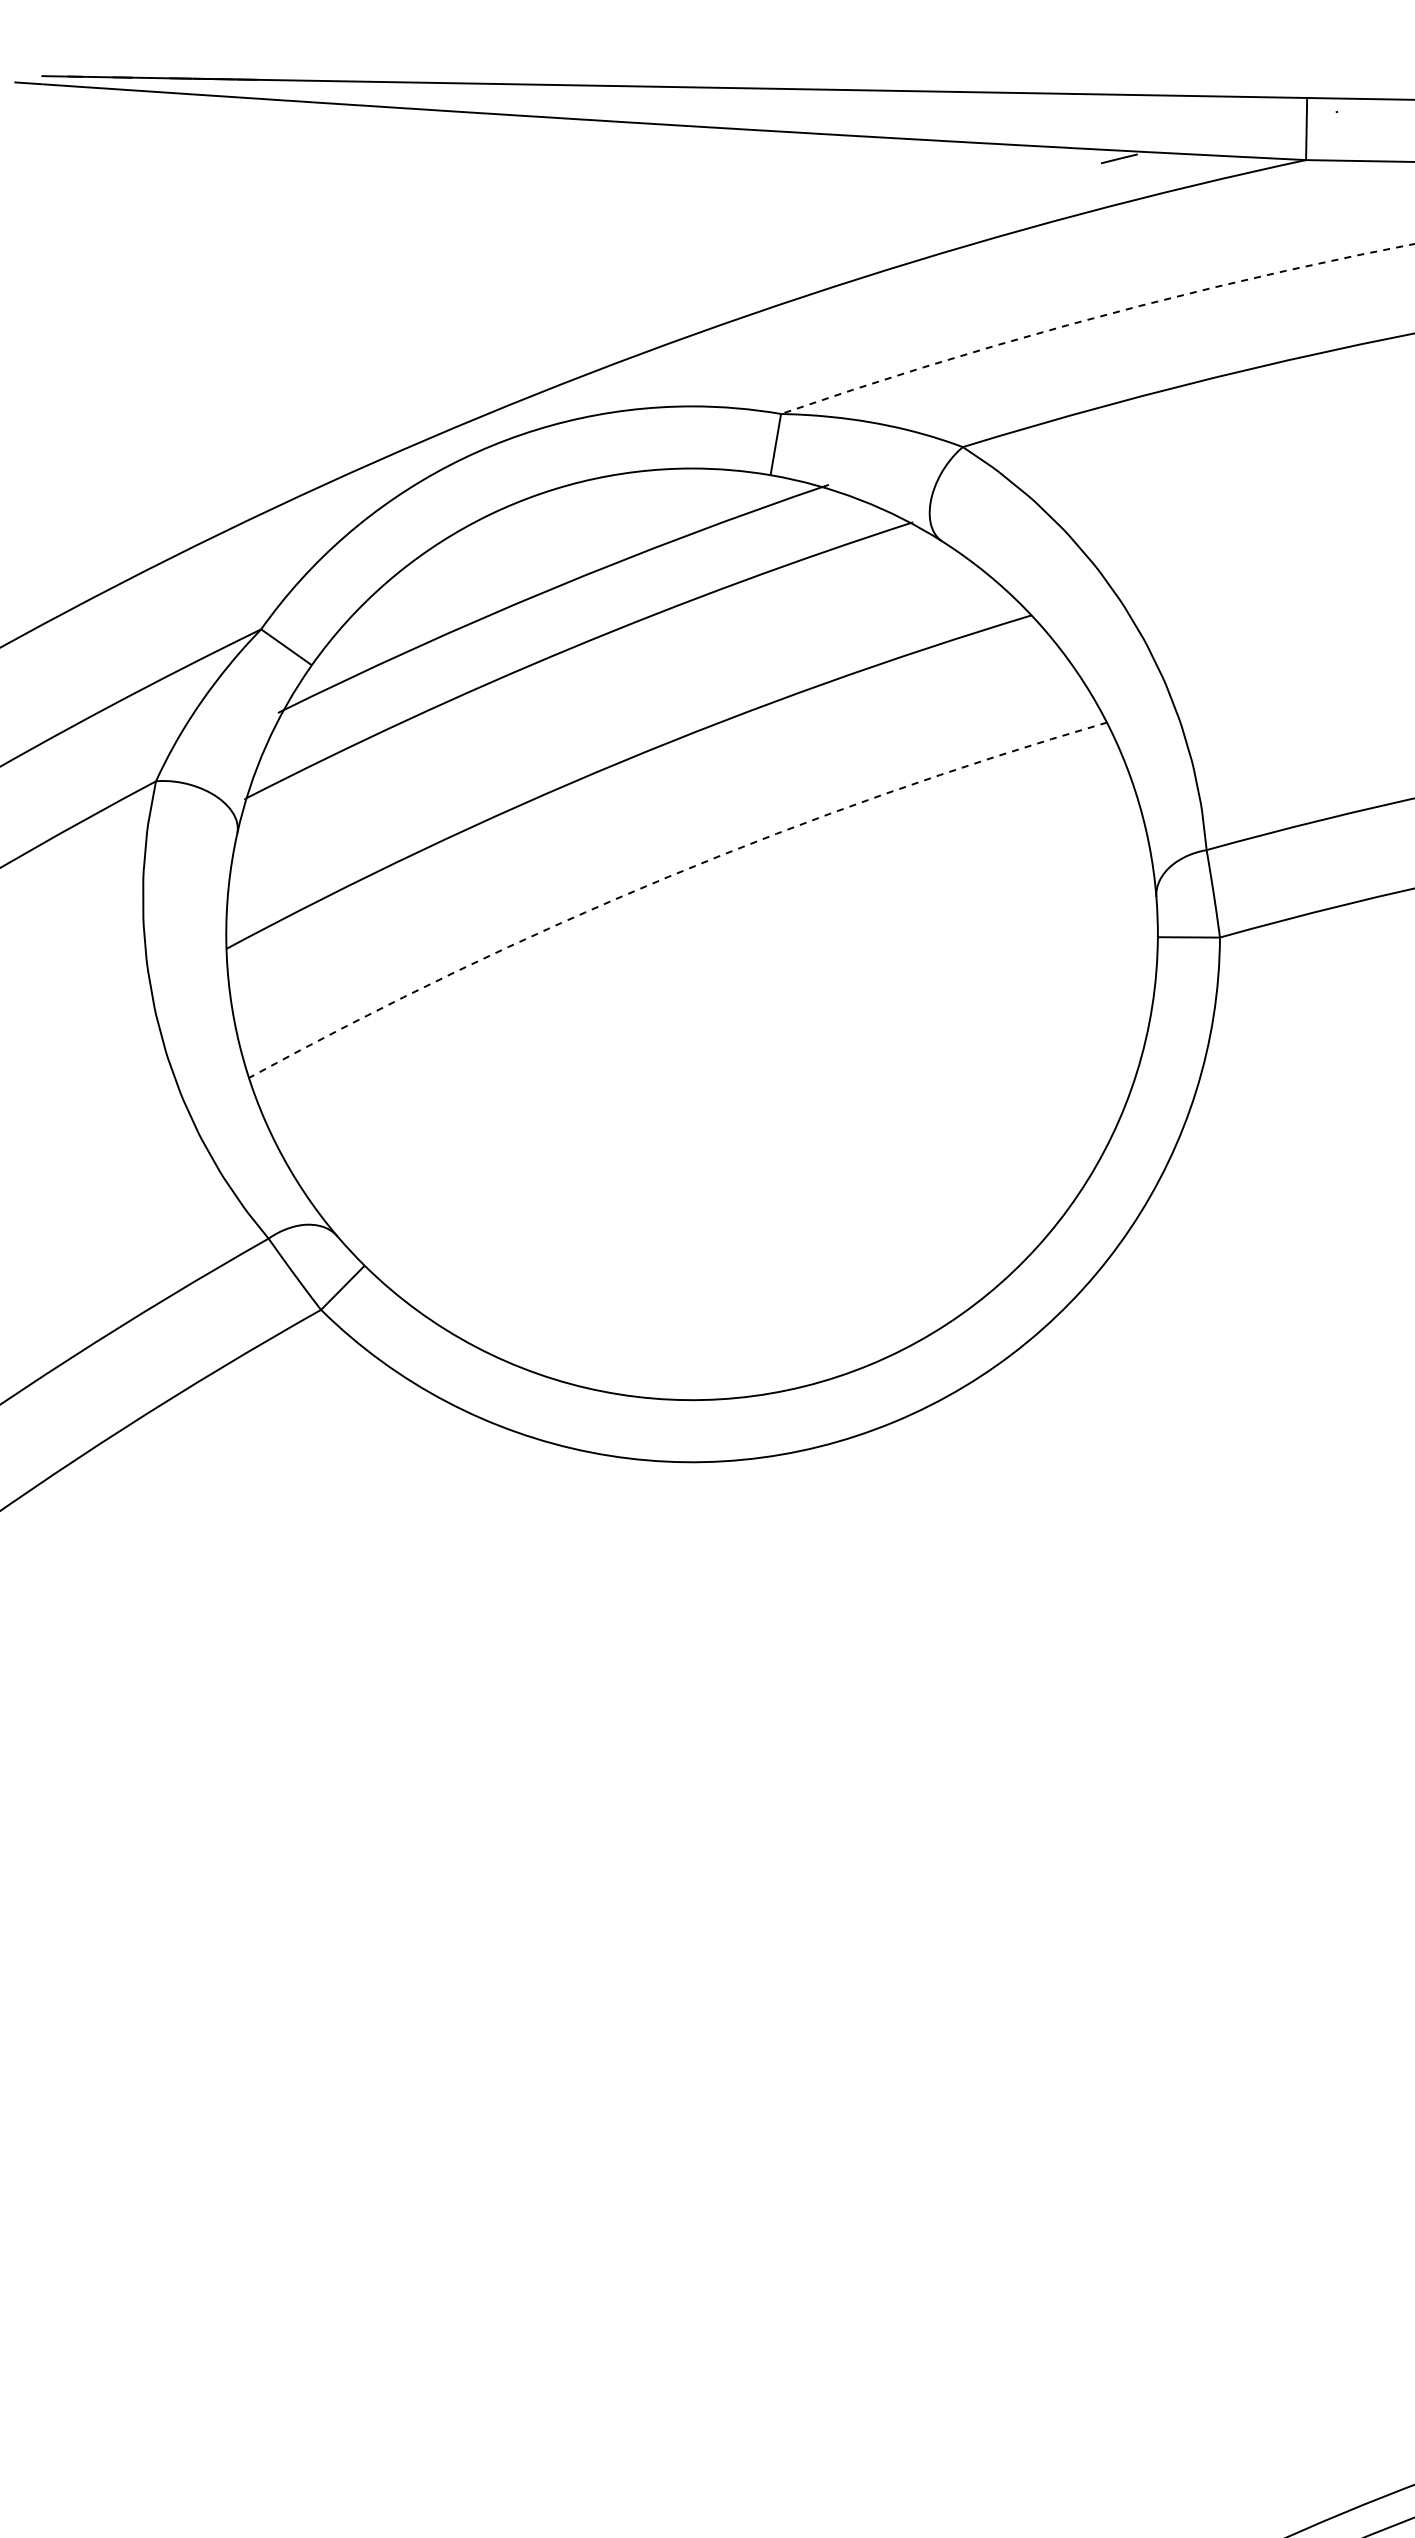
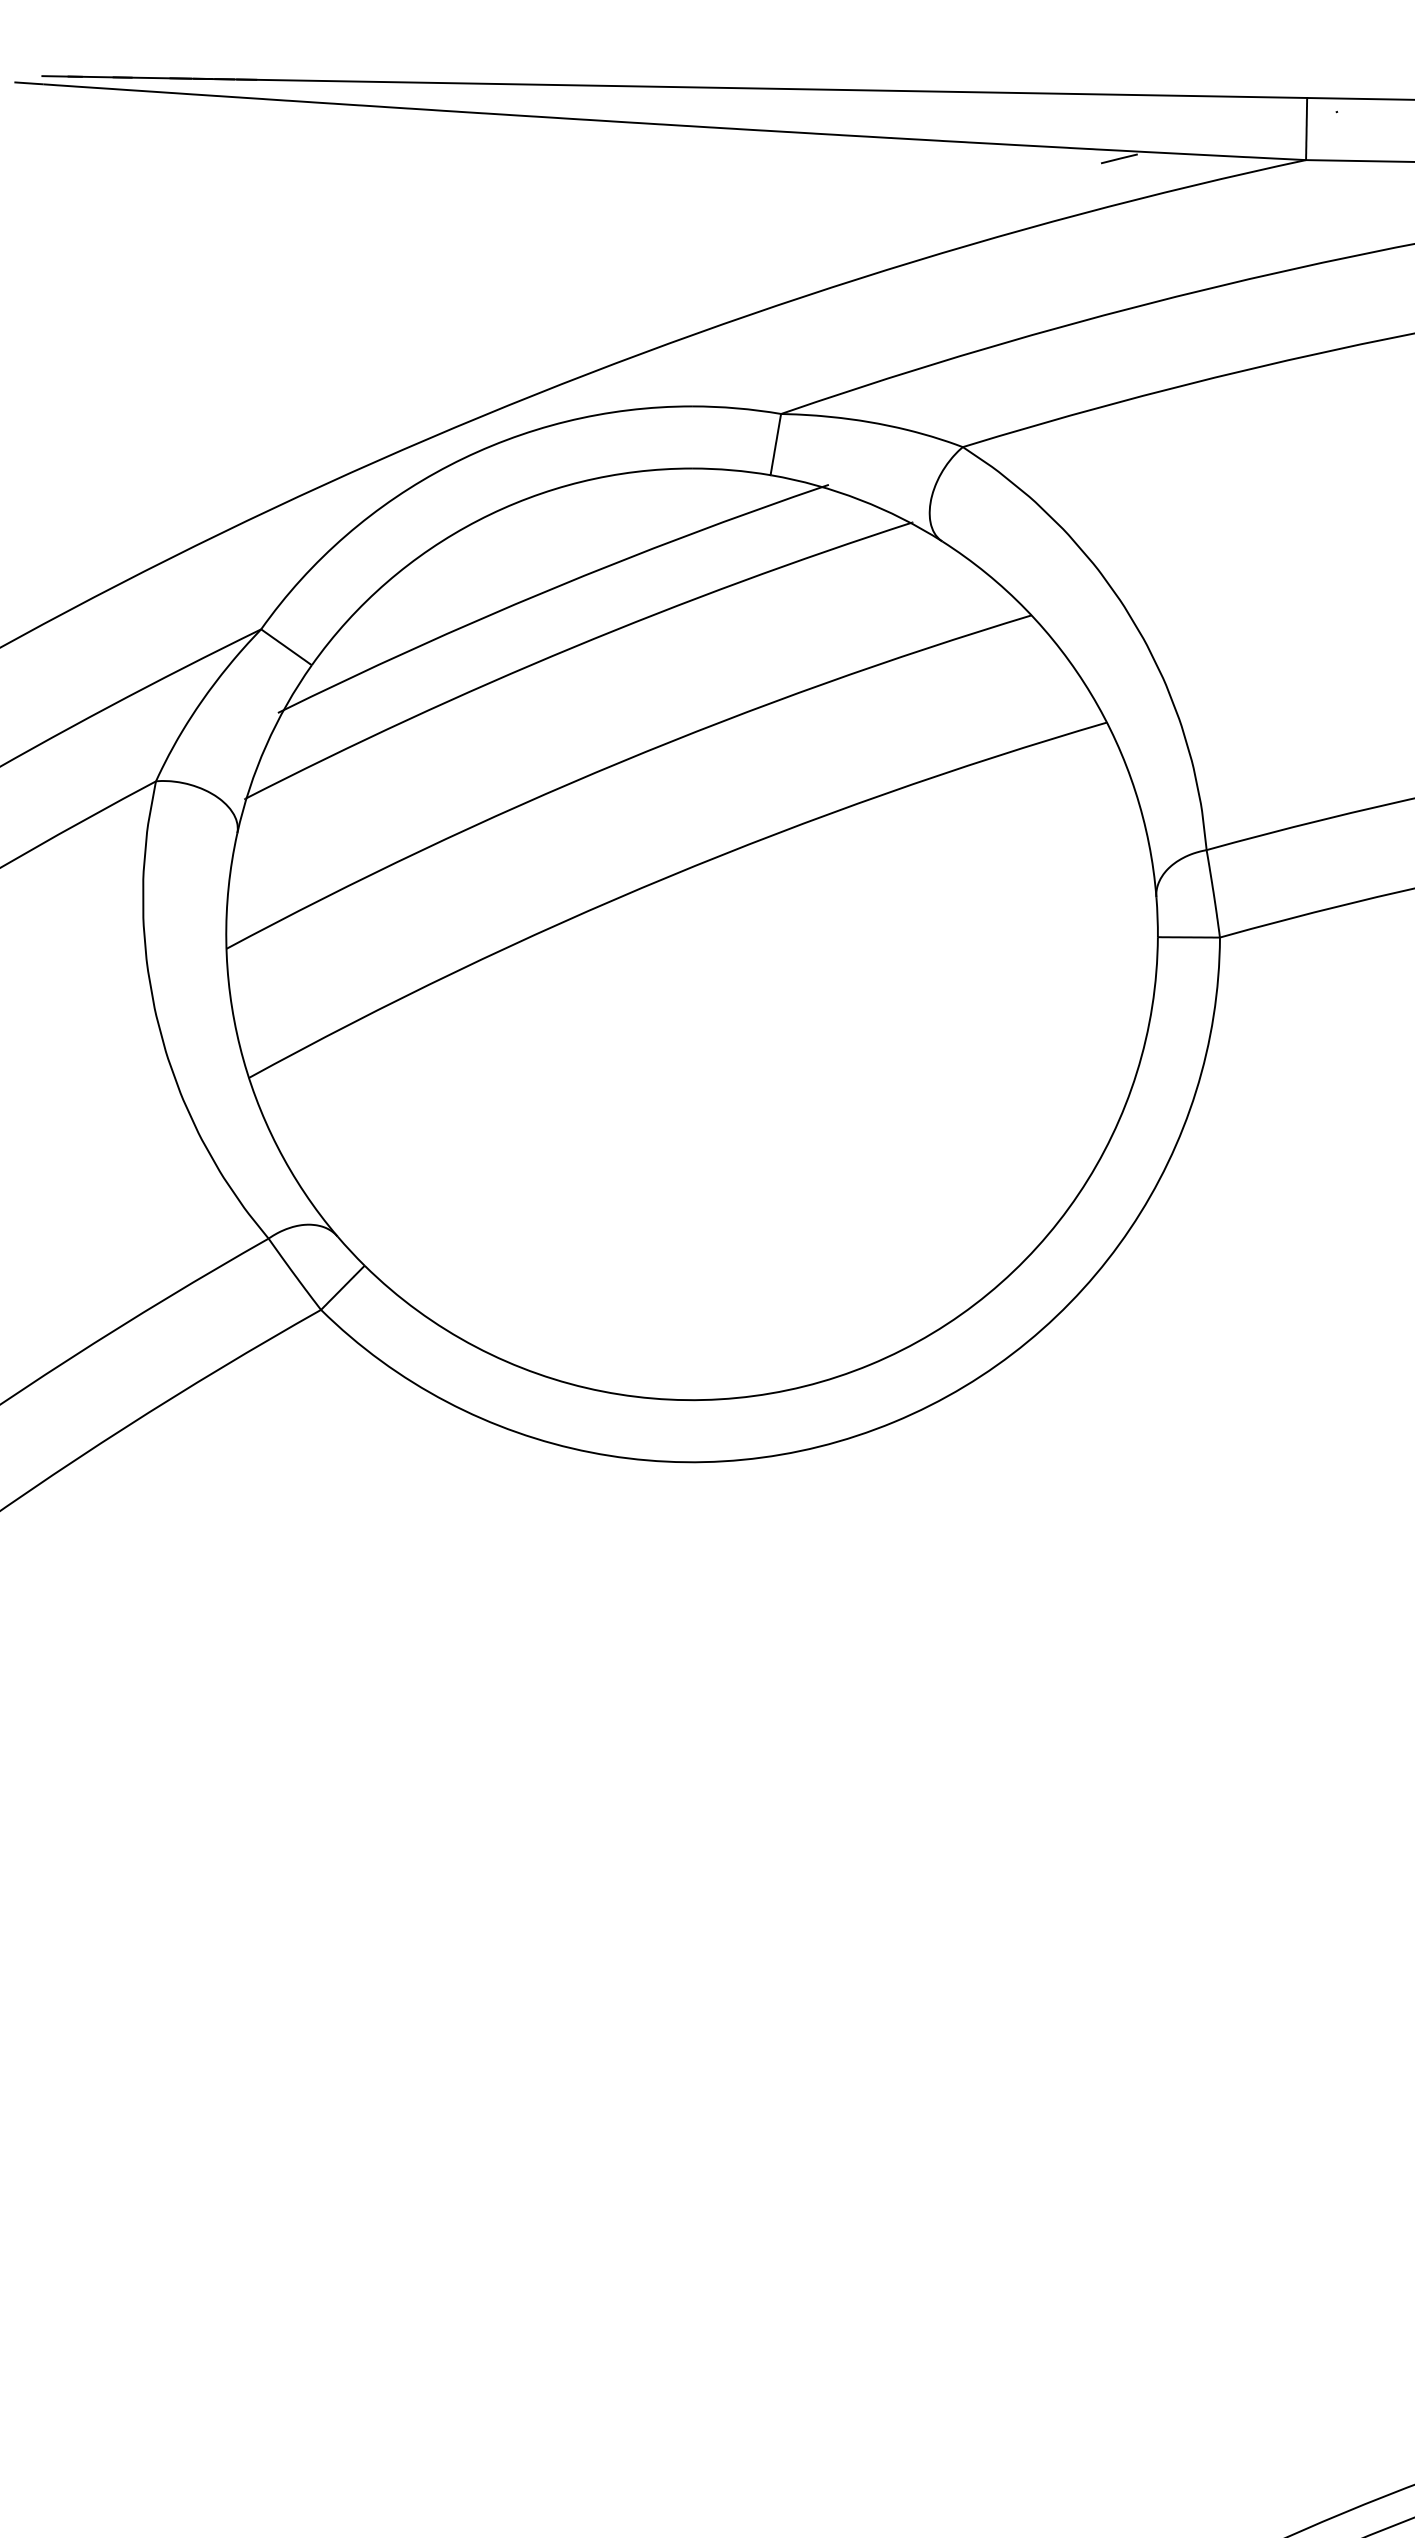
arc at (1095, 317): dashed -> solid
arc at (668, 876): dashed -> solid
